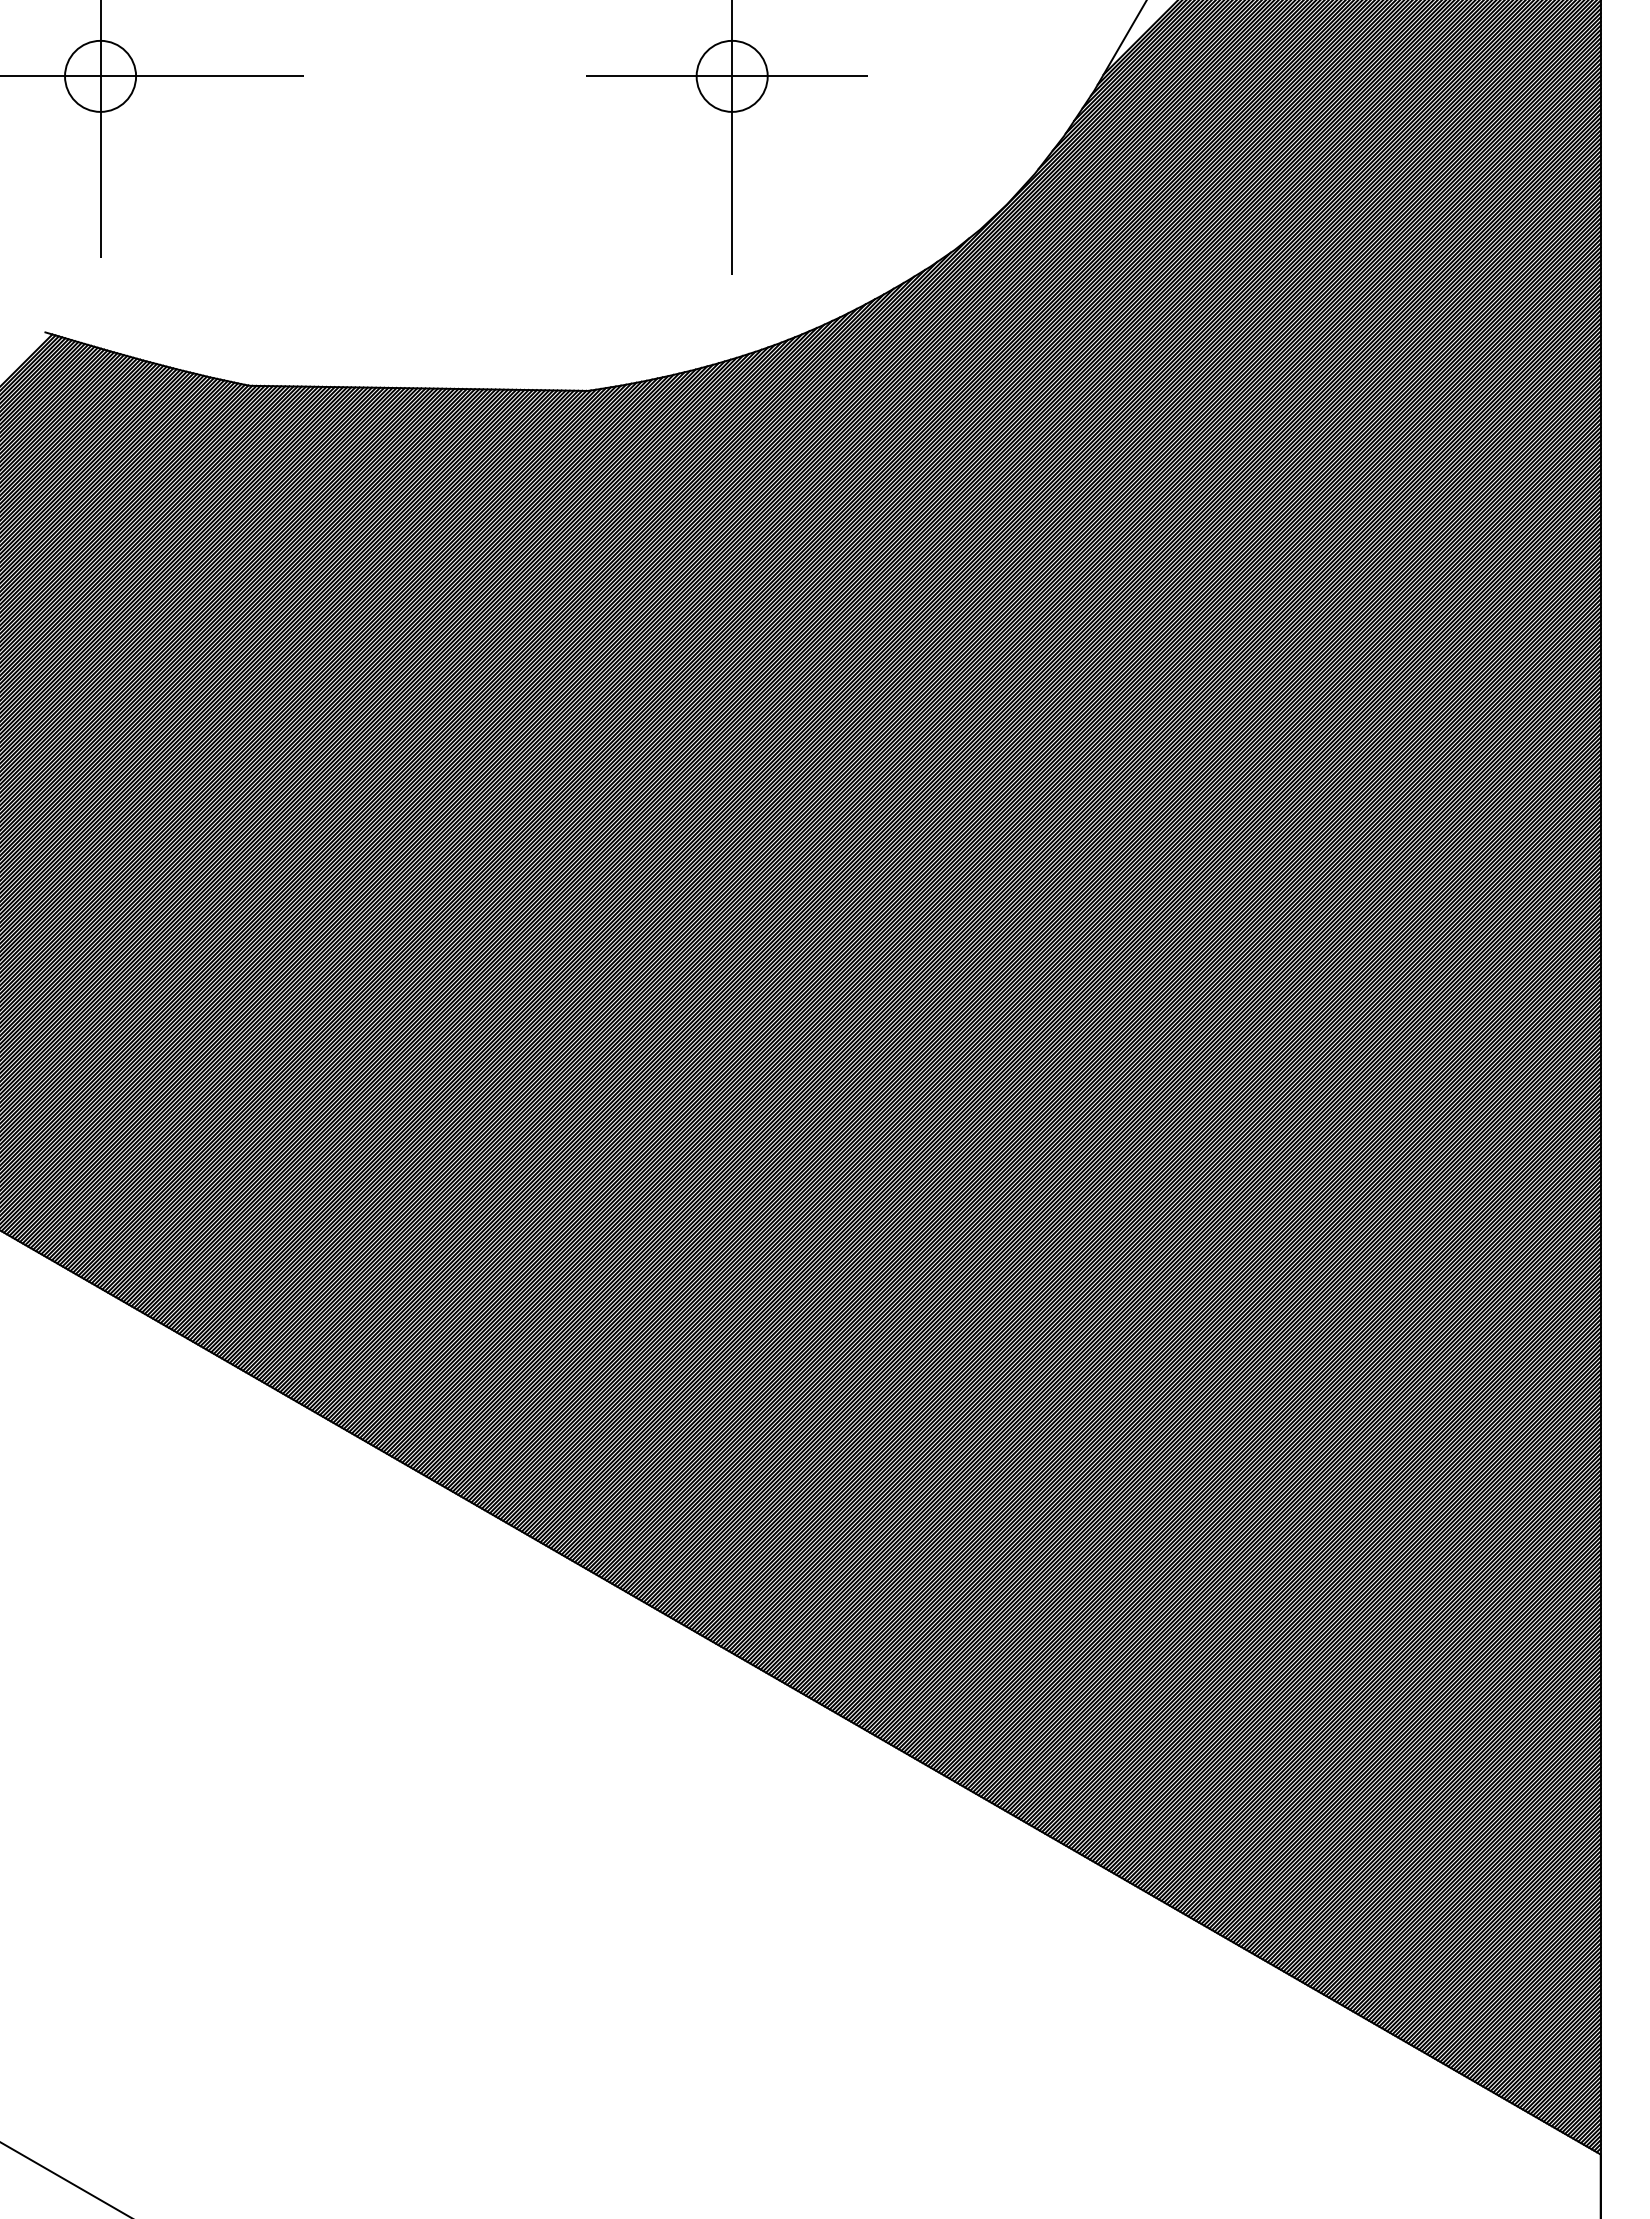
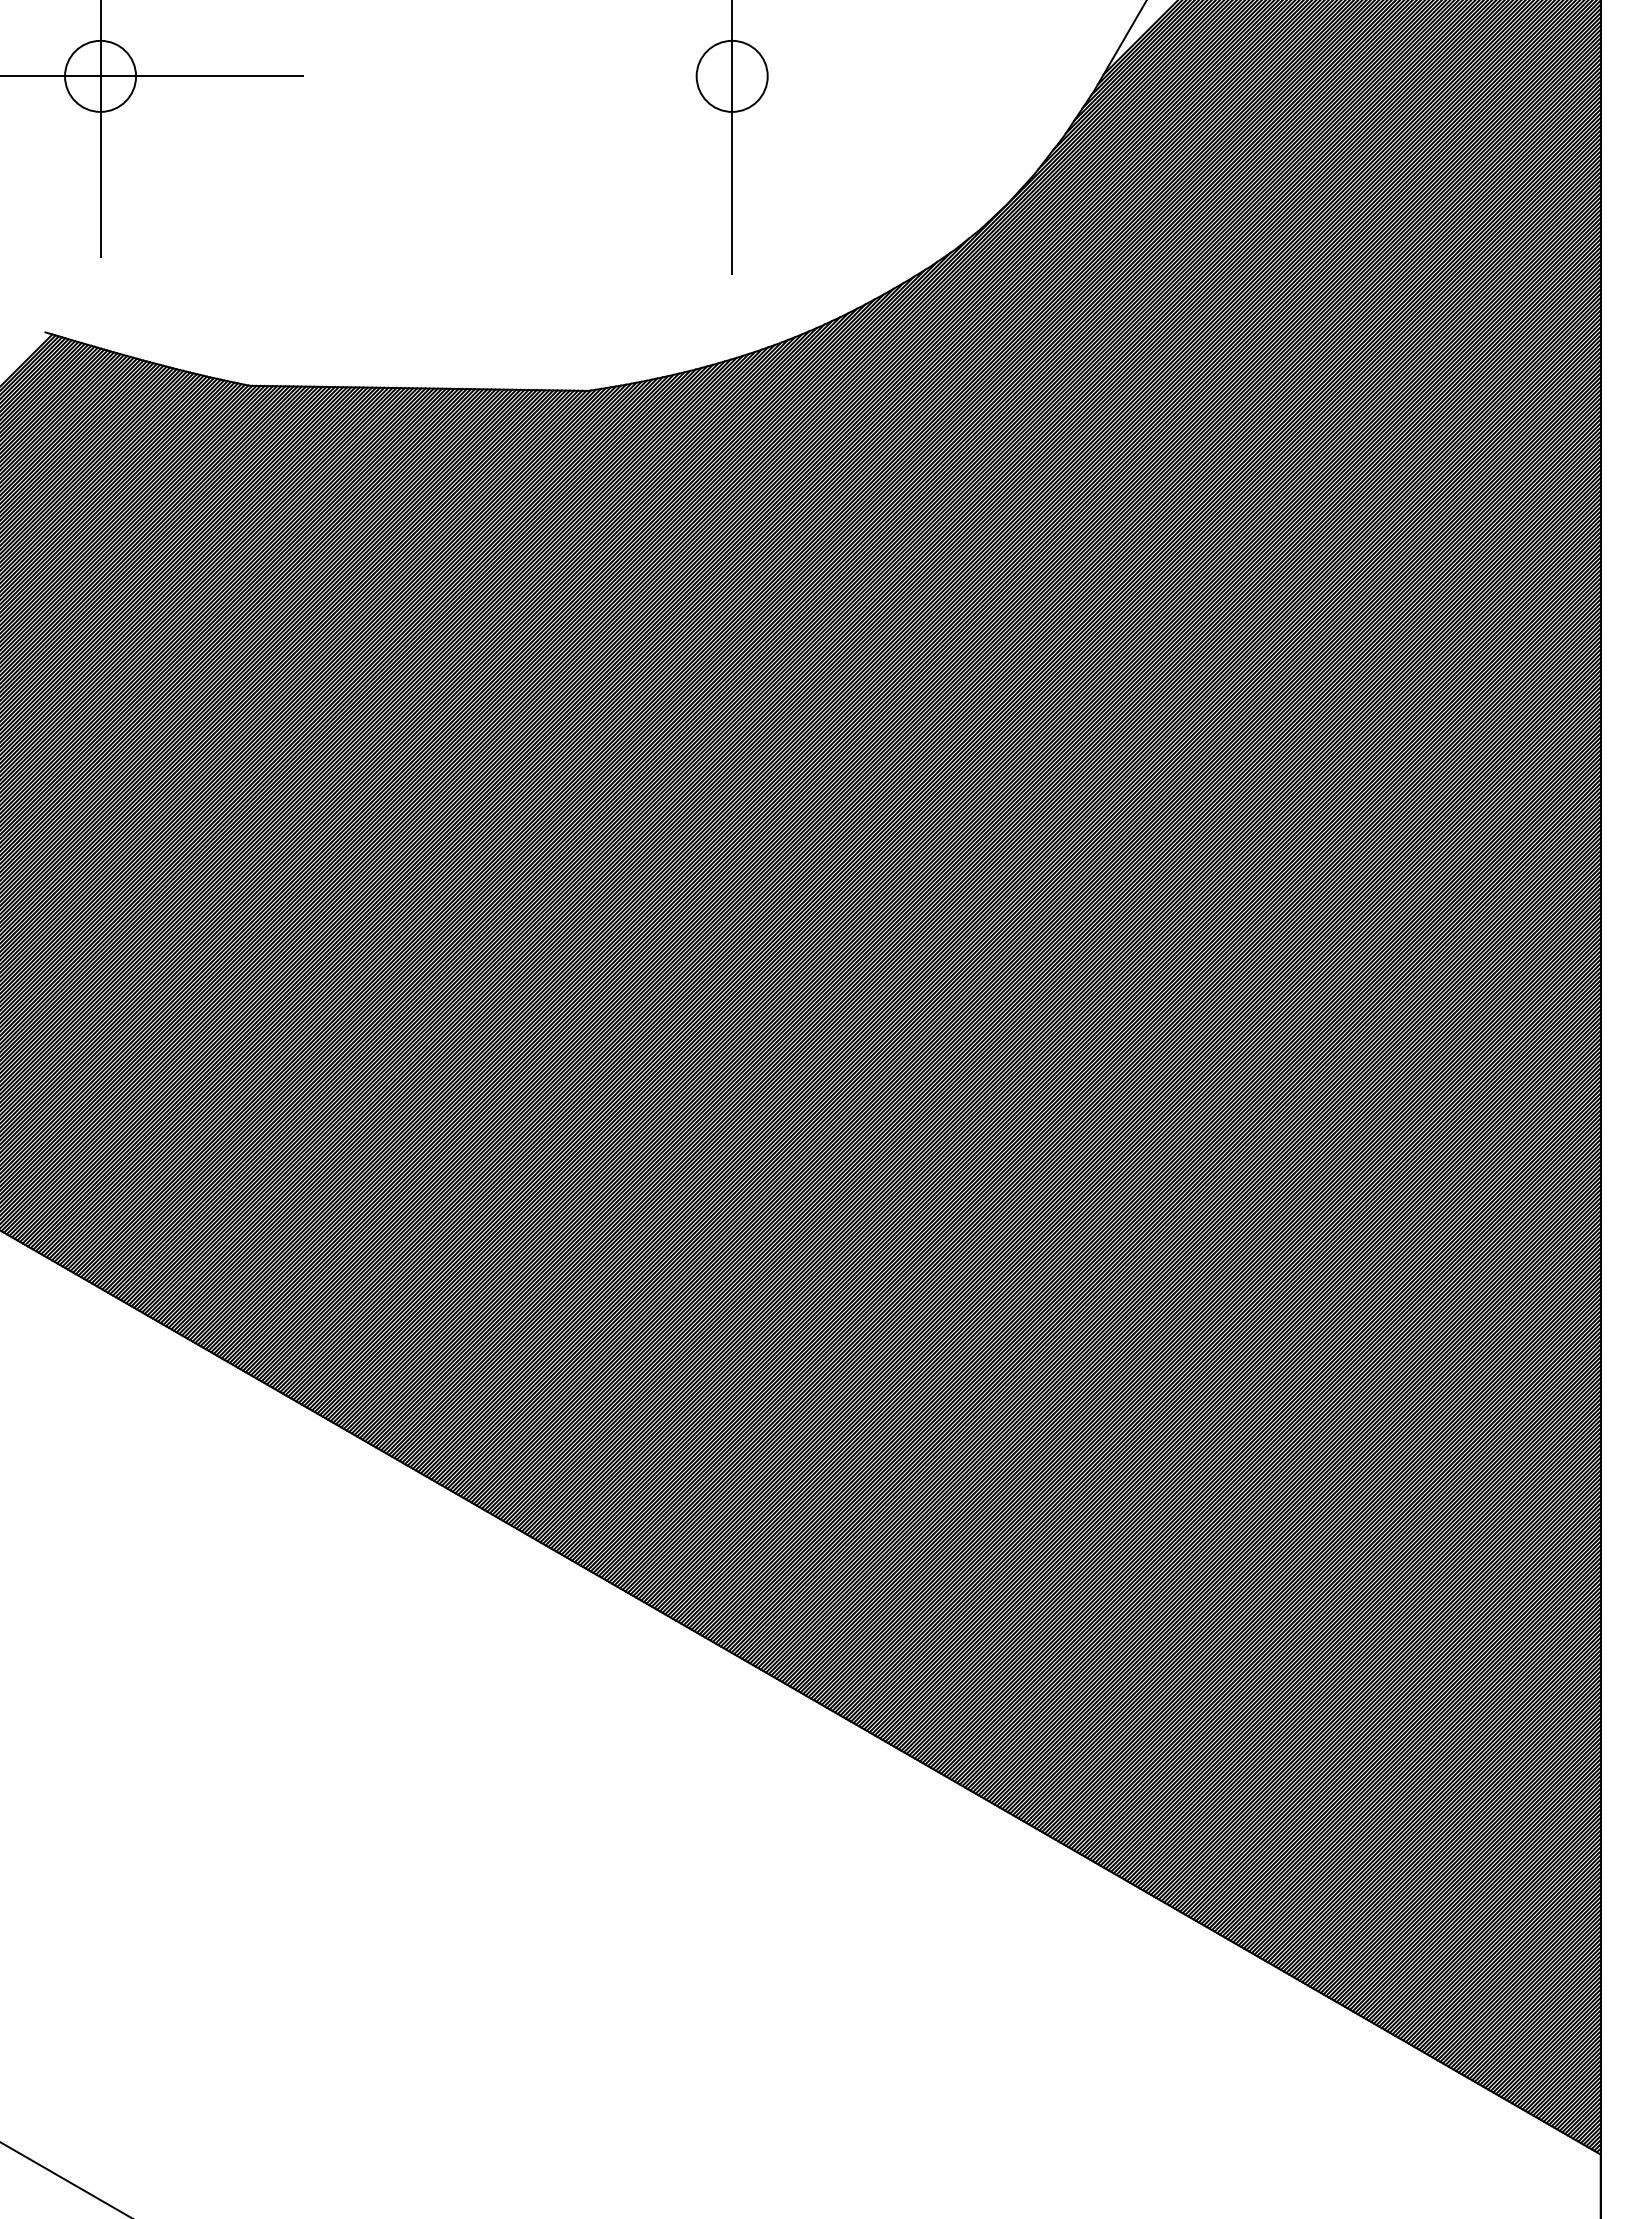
line at (727, 76): present -> none
